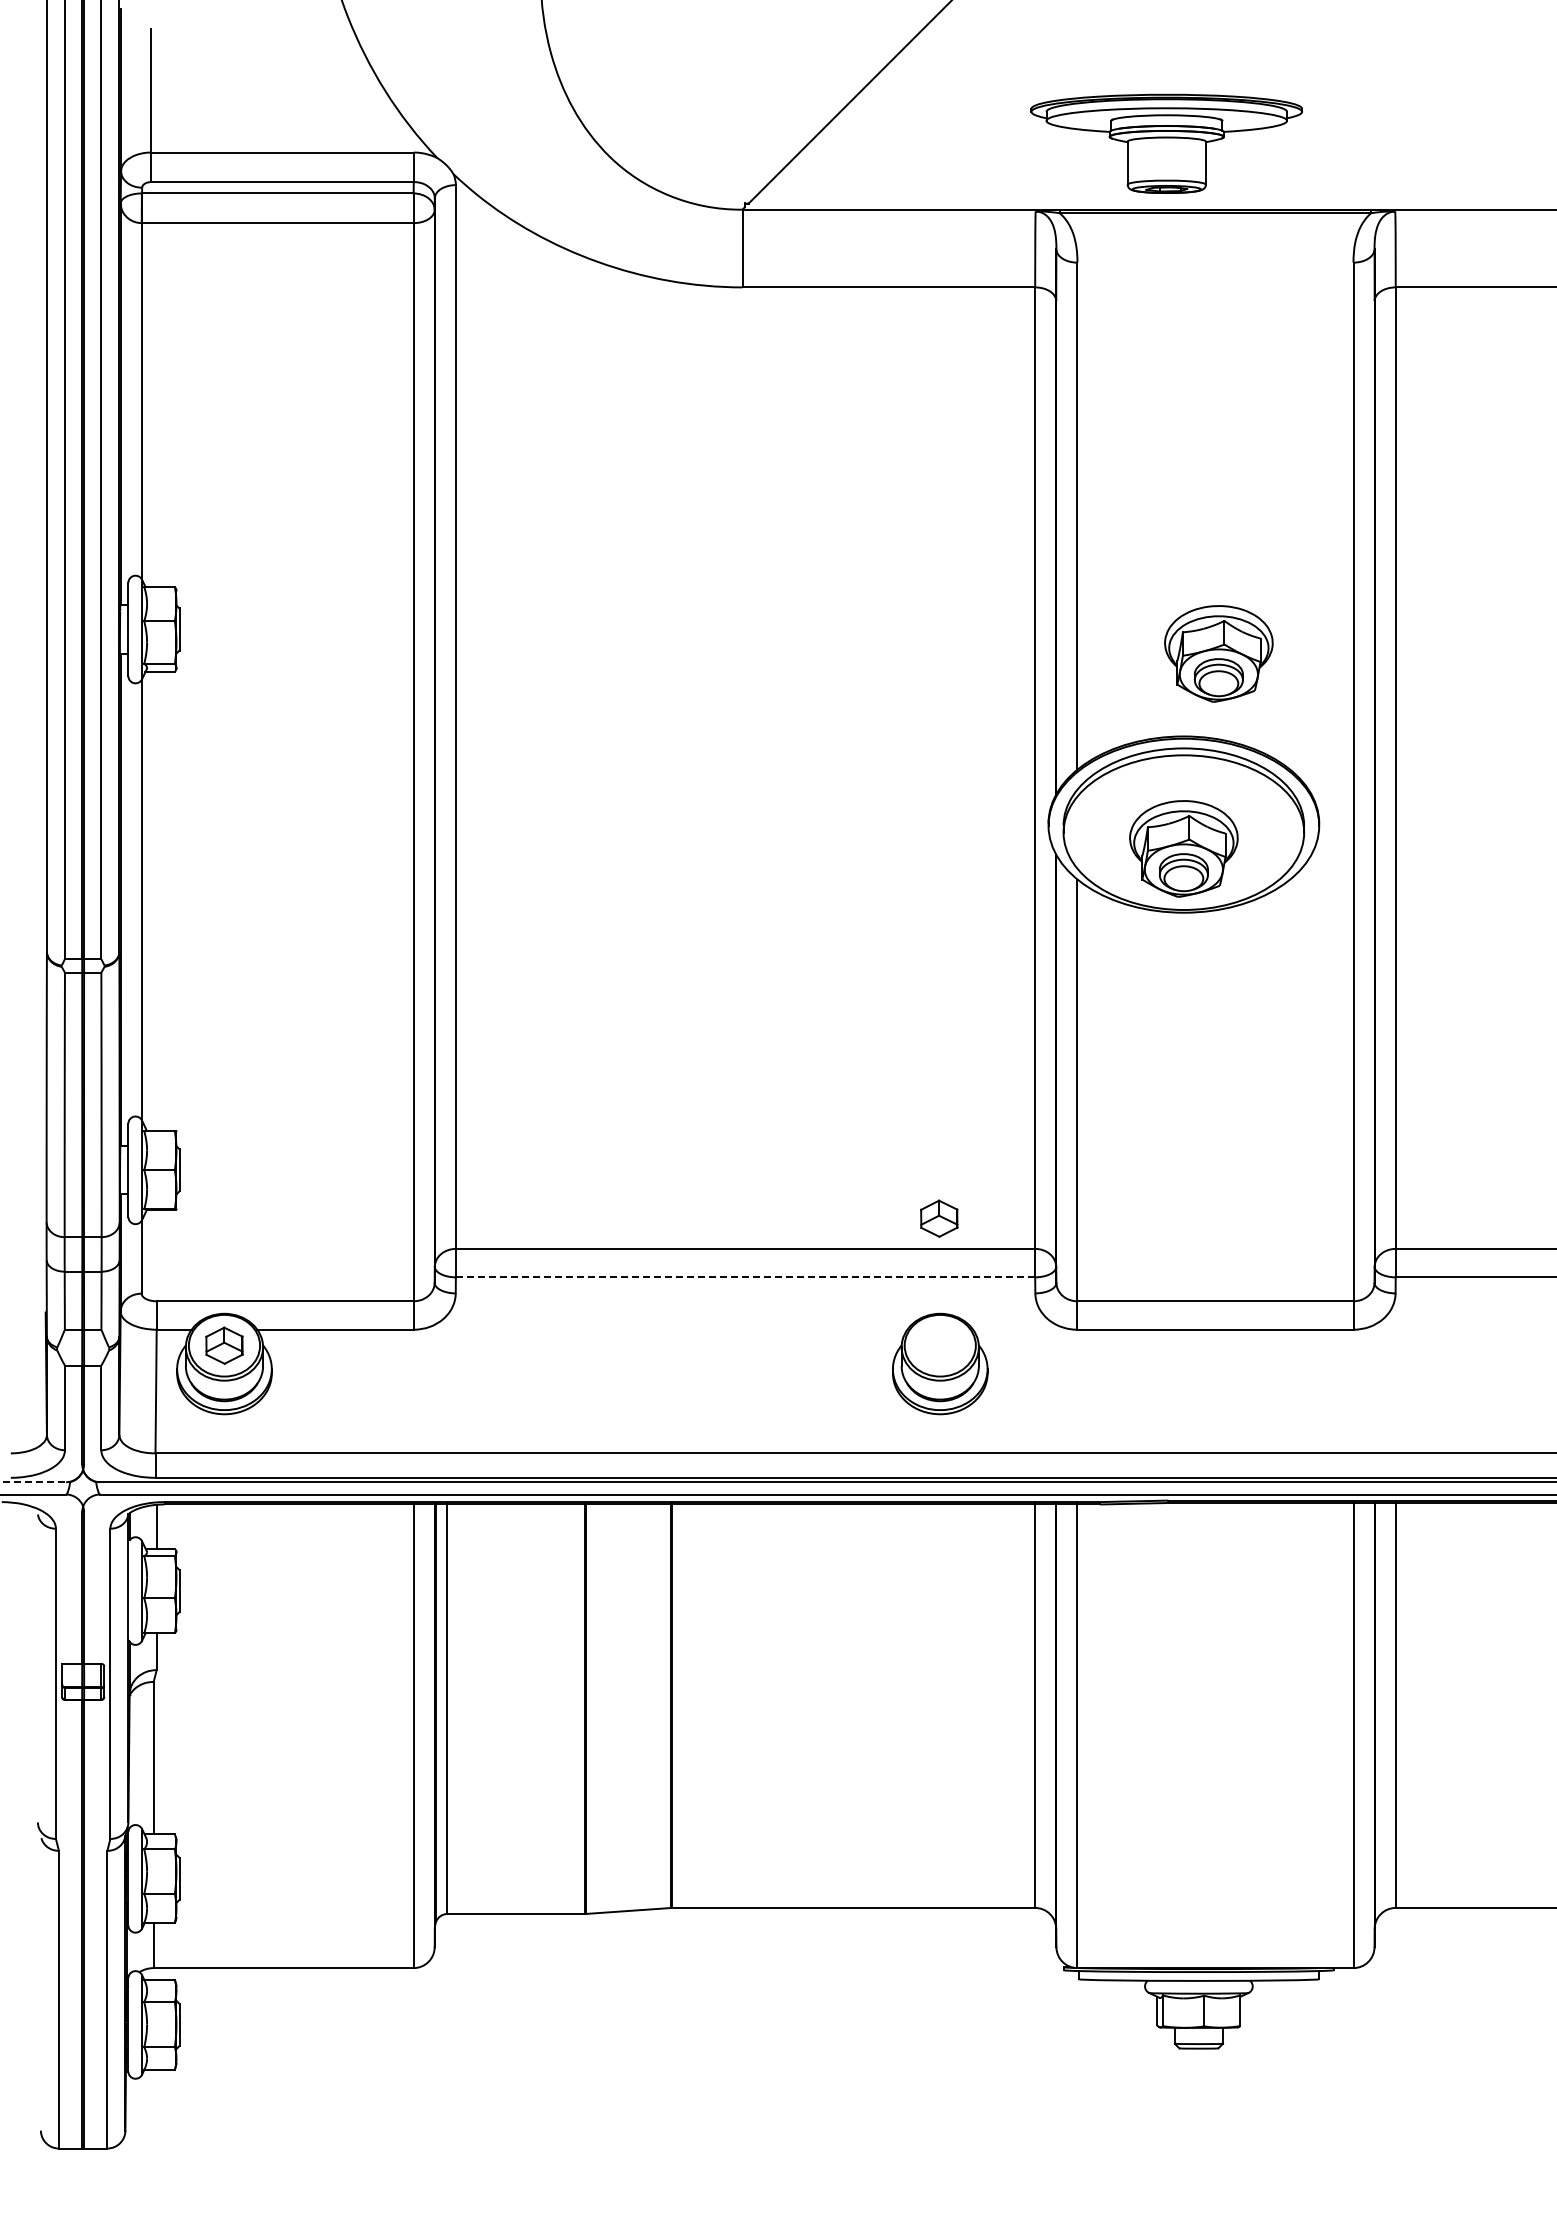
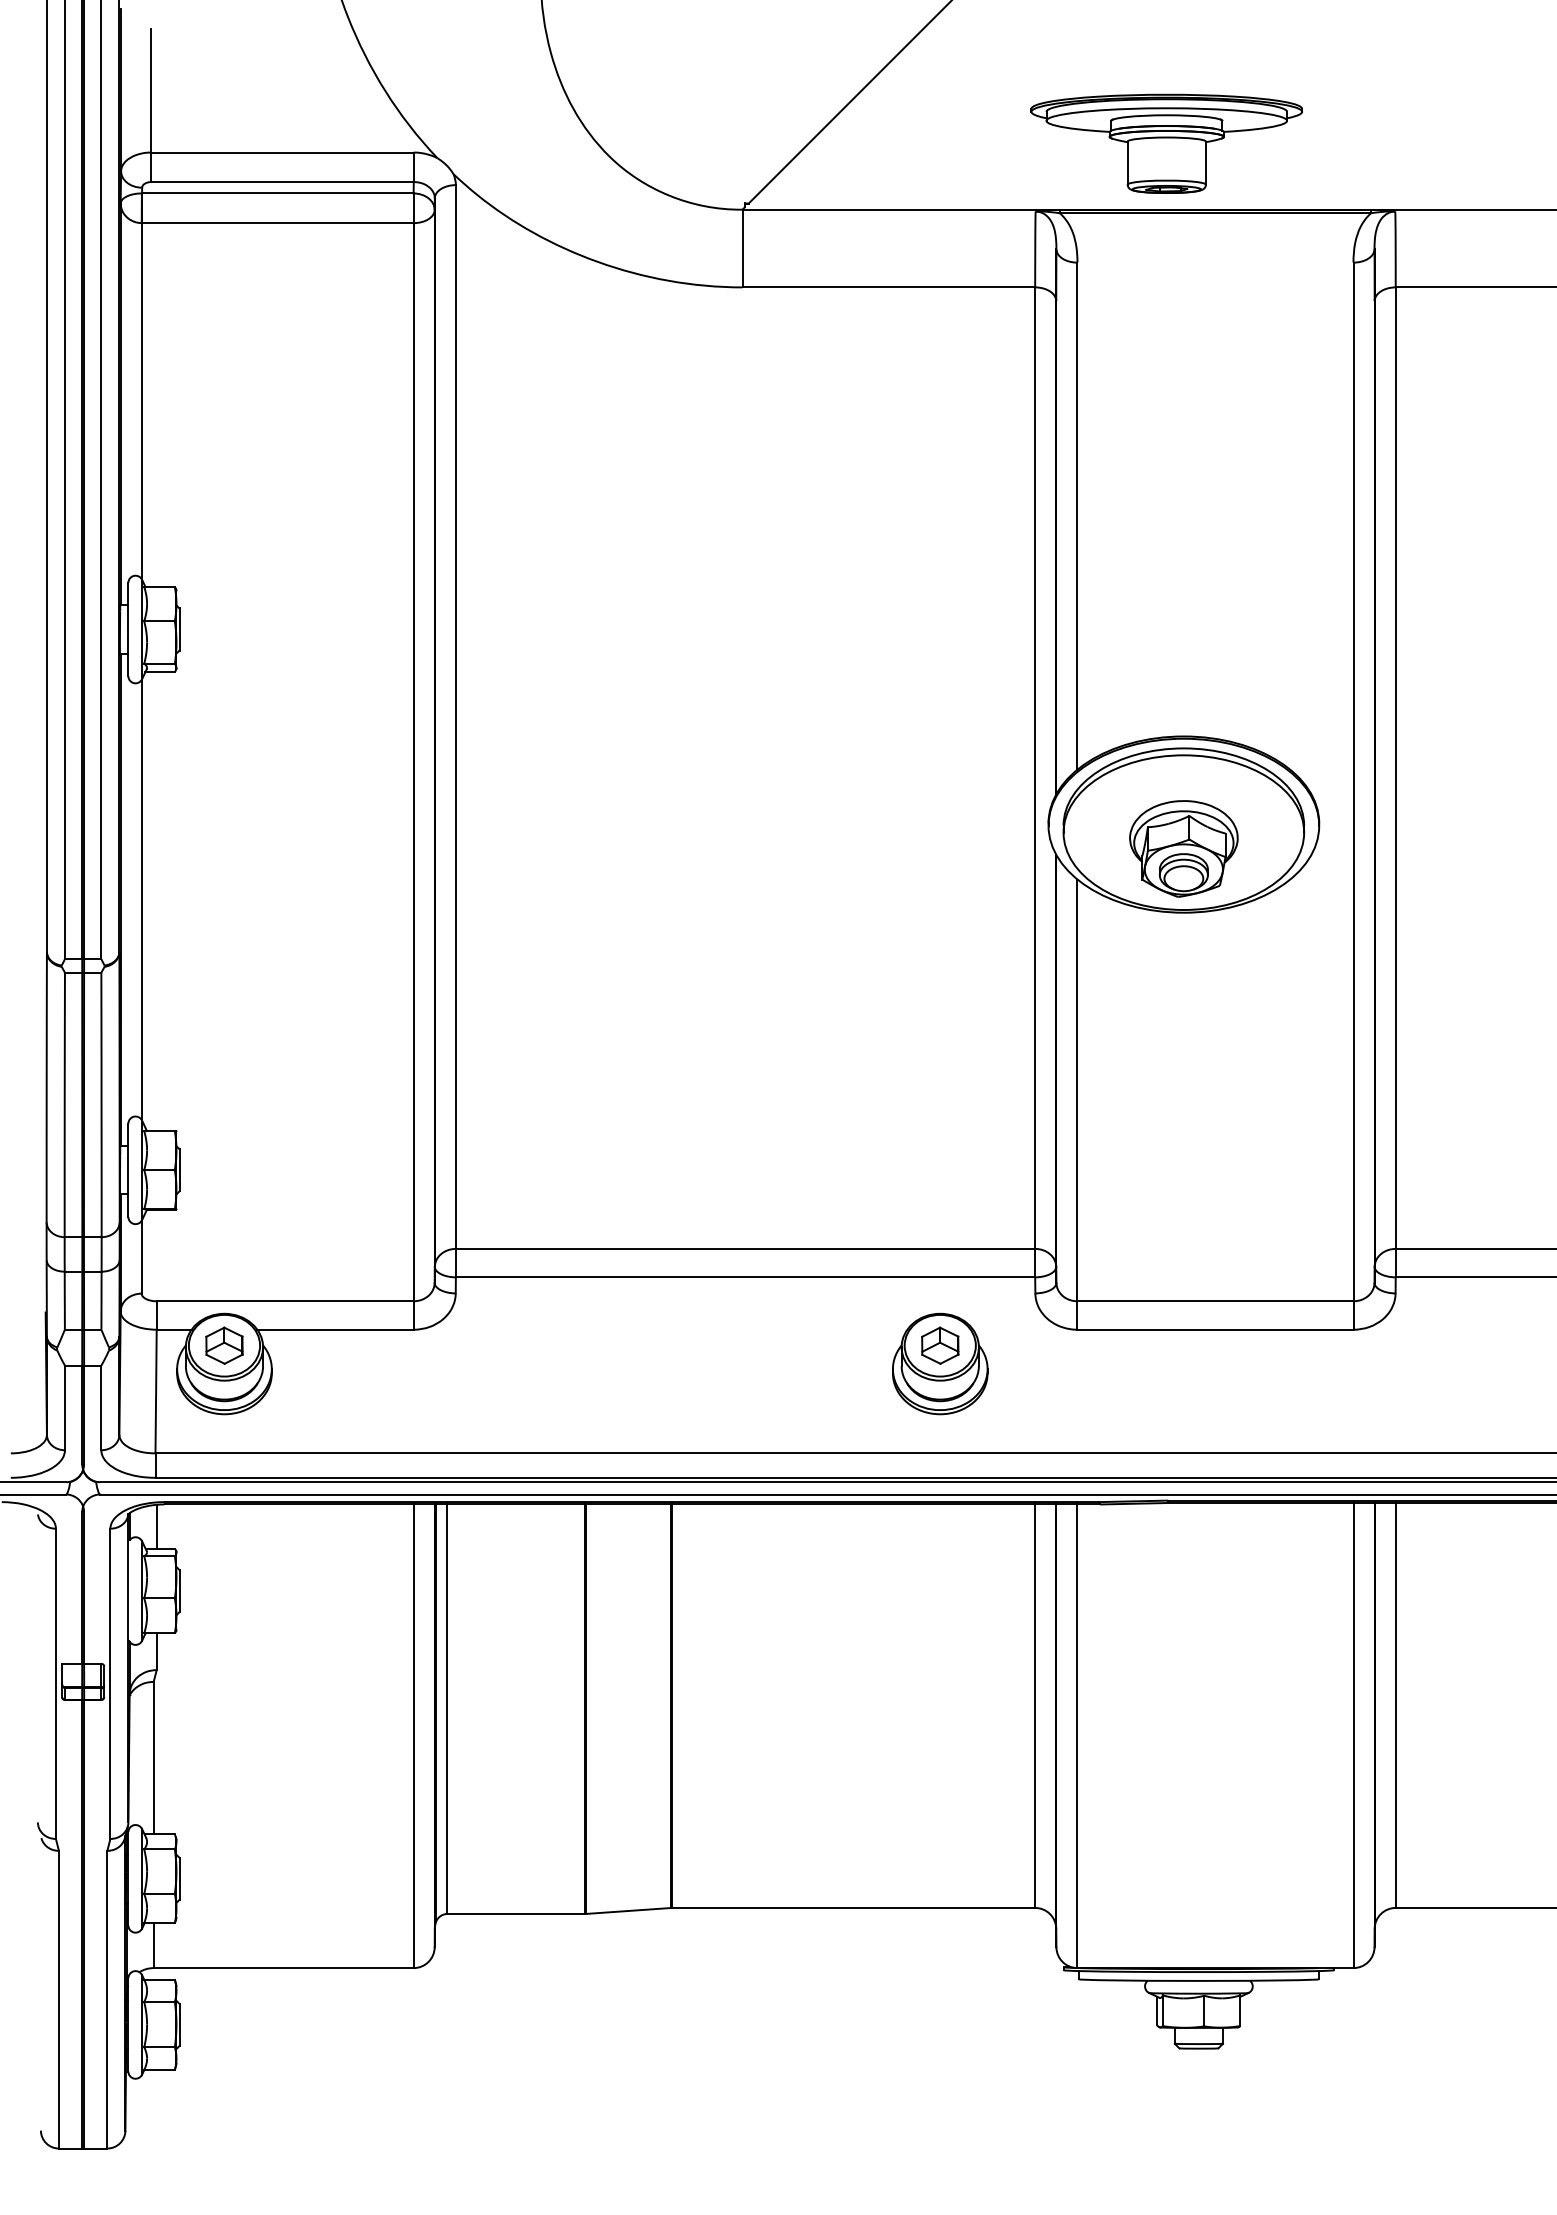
part at (1218, 653): present -> none
part at (939, 1218) position: (939, 1218) -> (940, 1345)
line at (745, 1277): dashed -> solid
line at (33, 1482): dashed -> solid
